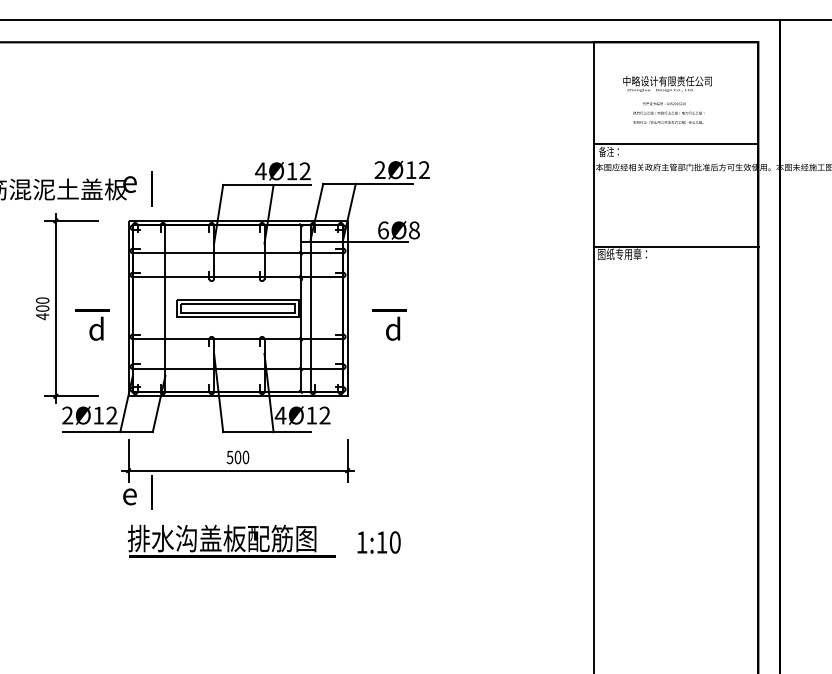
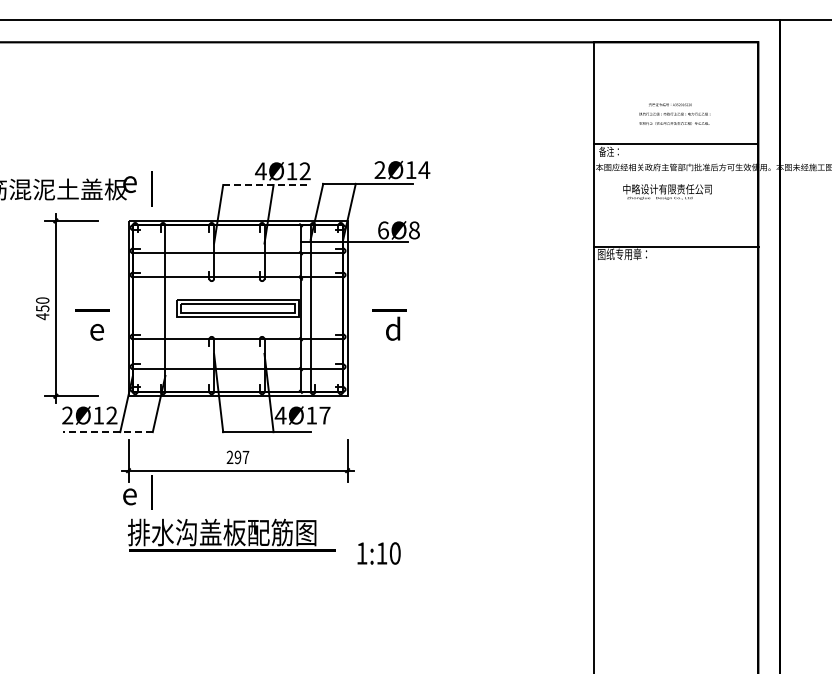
text at (667, 83) position: (667, 83) -> (667, 191)
text at (668, 112) position: (668, 112) -> (674, 113)
text at (424, 169): 2Ø12 -> 2Ø14
line at (267, 185): solid -> dashed
text at (42, 308): 400 -> 450
text at (96, 328): d -> e
text at (324, 415): 4Ø12 -> 4Ø17
line at (107, 432): solid -> dashed
text at (237, 457): 500 -> 297
text at (231, 540) position: (231, 540) -> (231, 534)
text at (378, 542) position: (378, 542) -> (378, 553)
